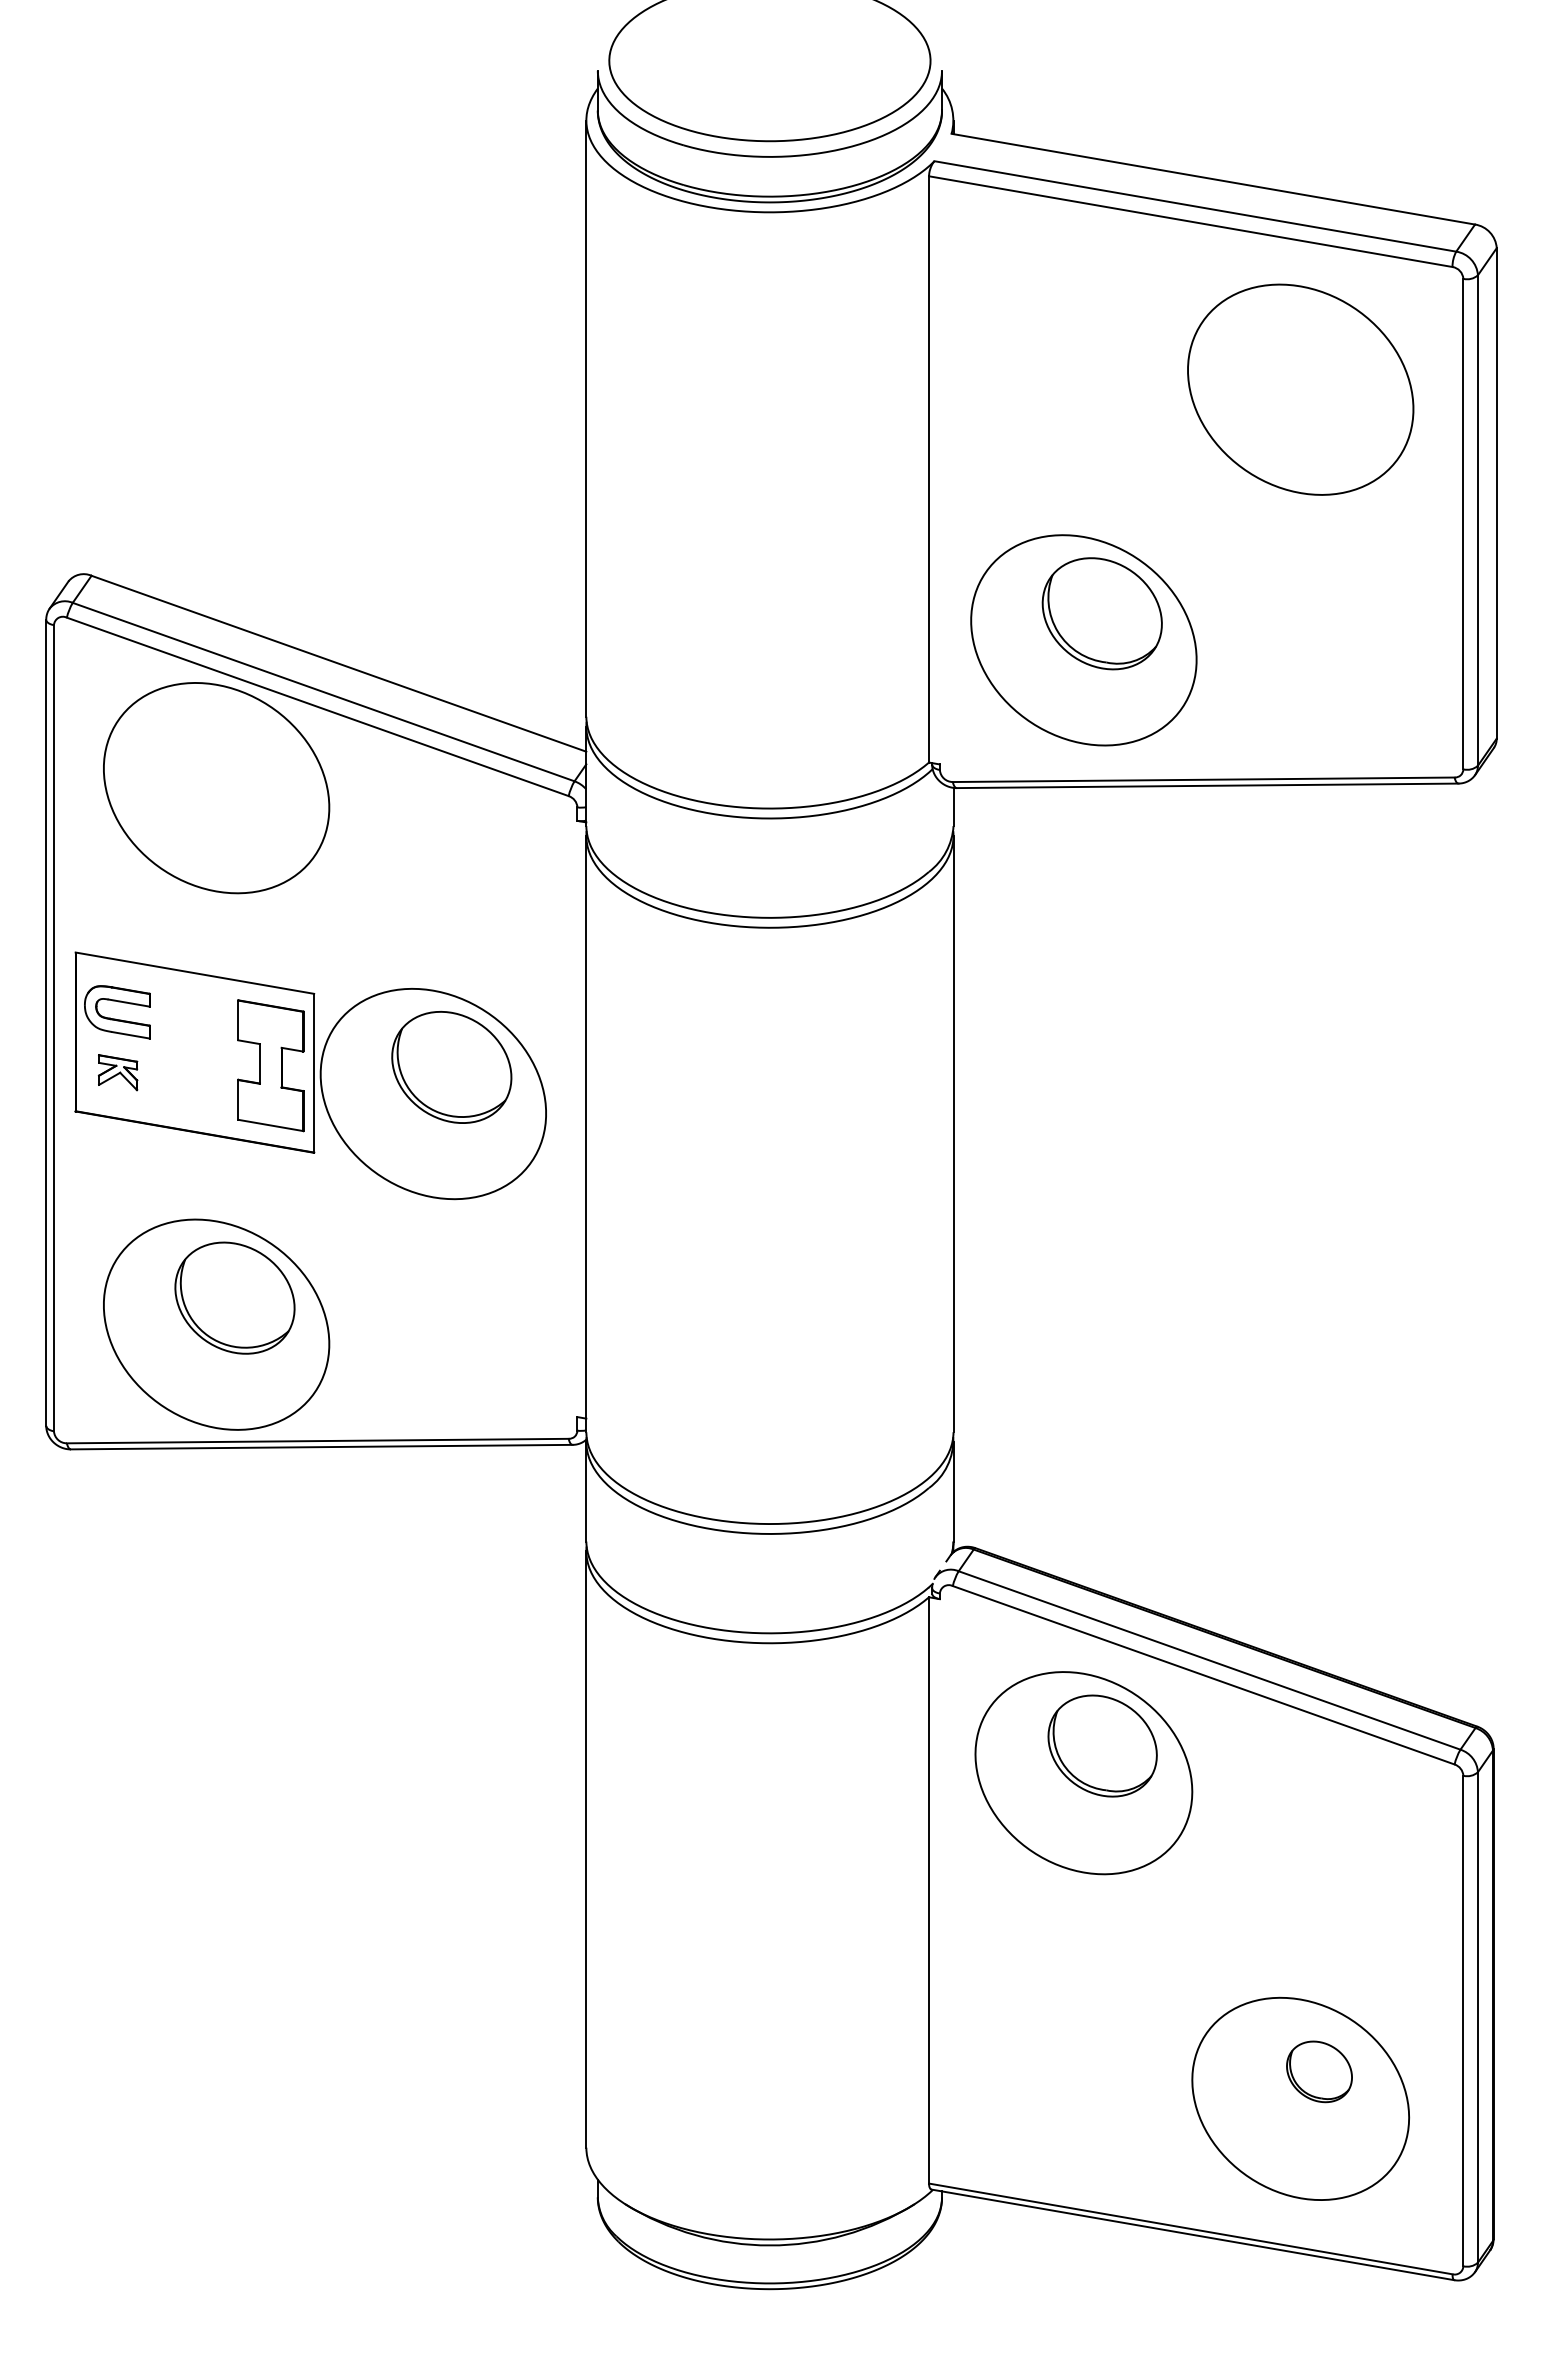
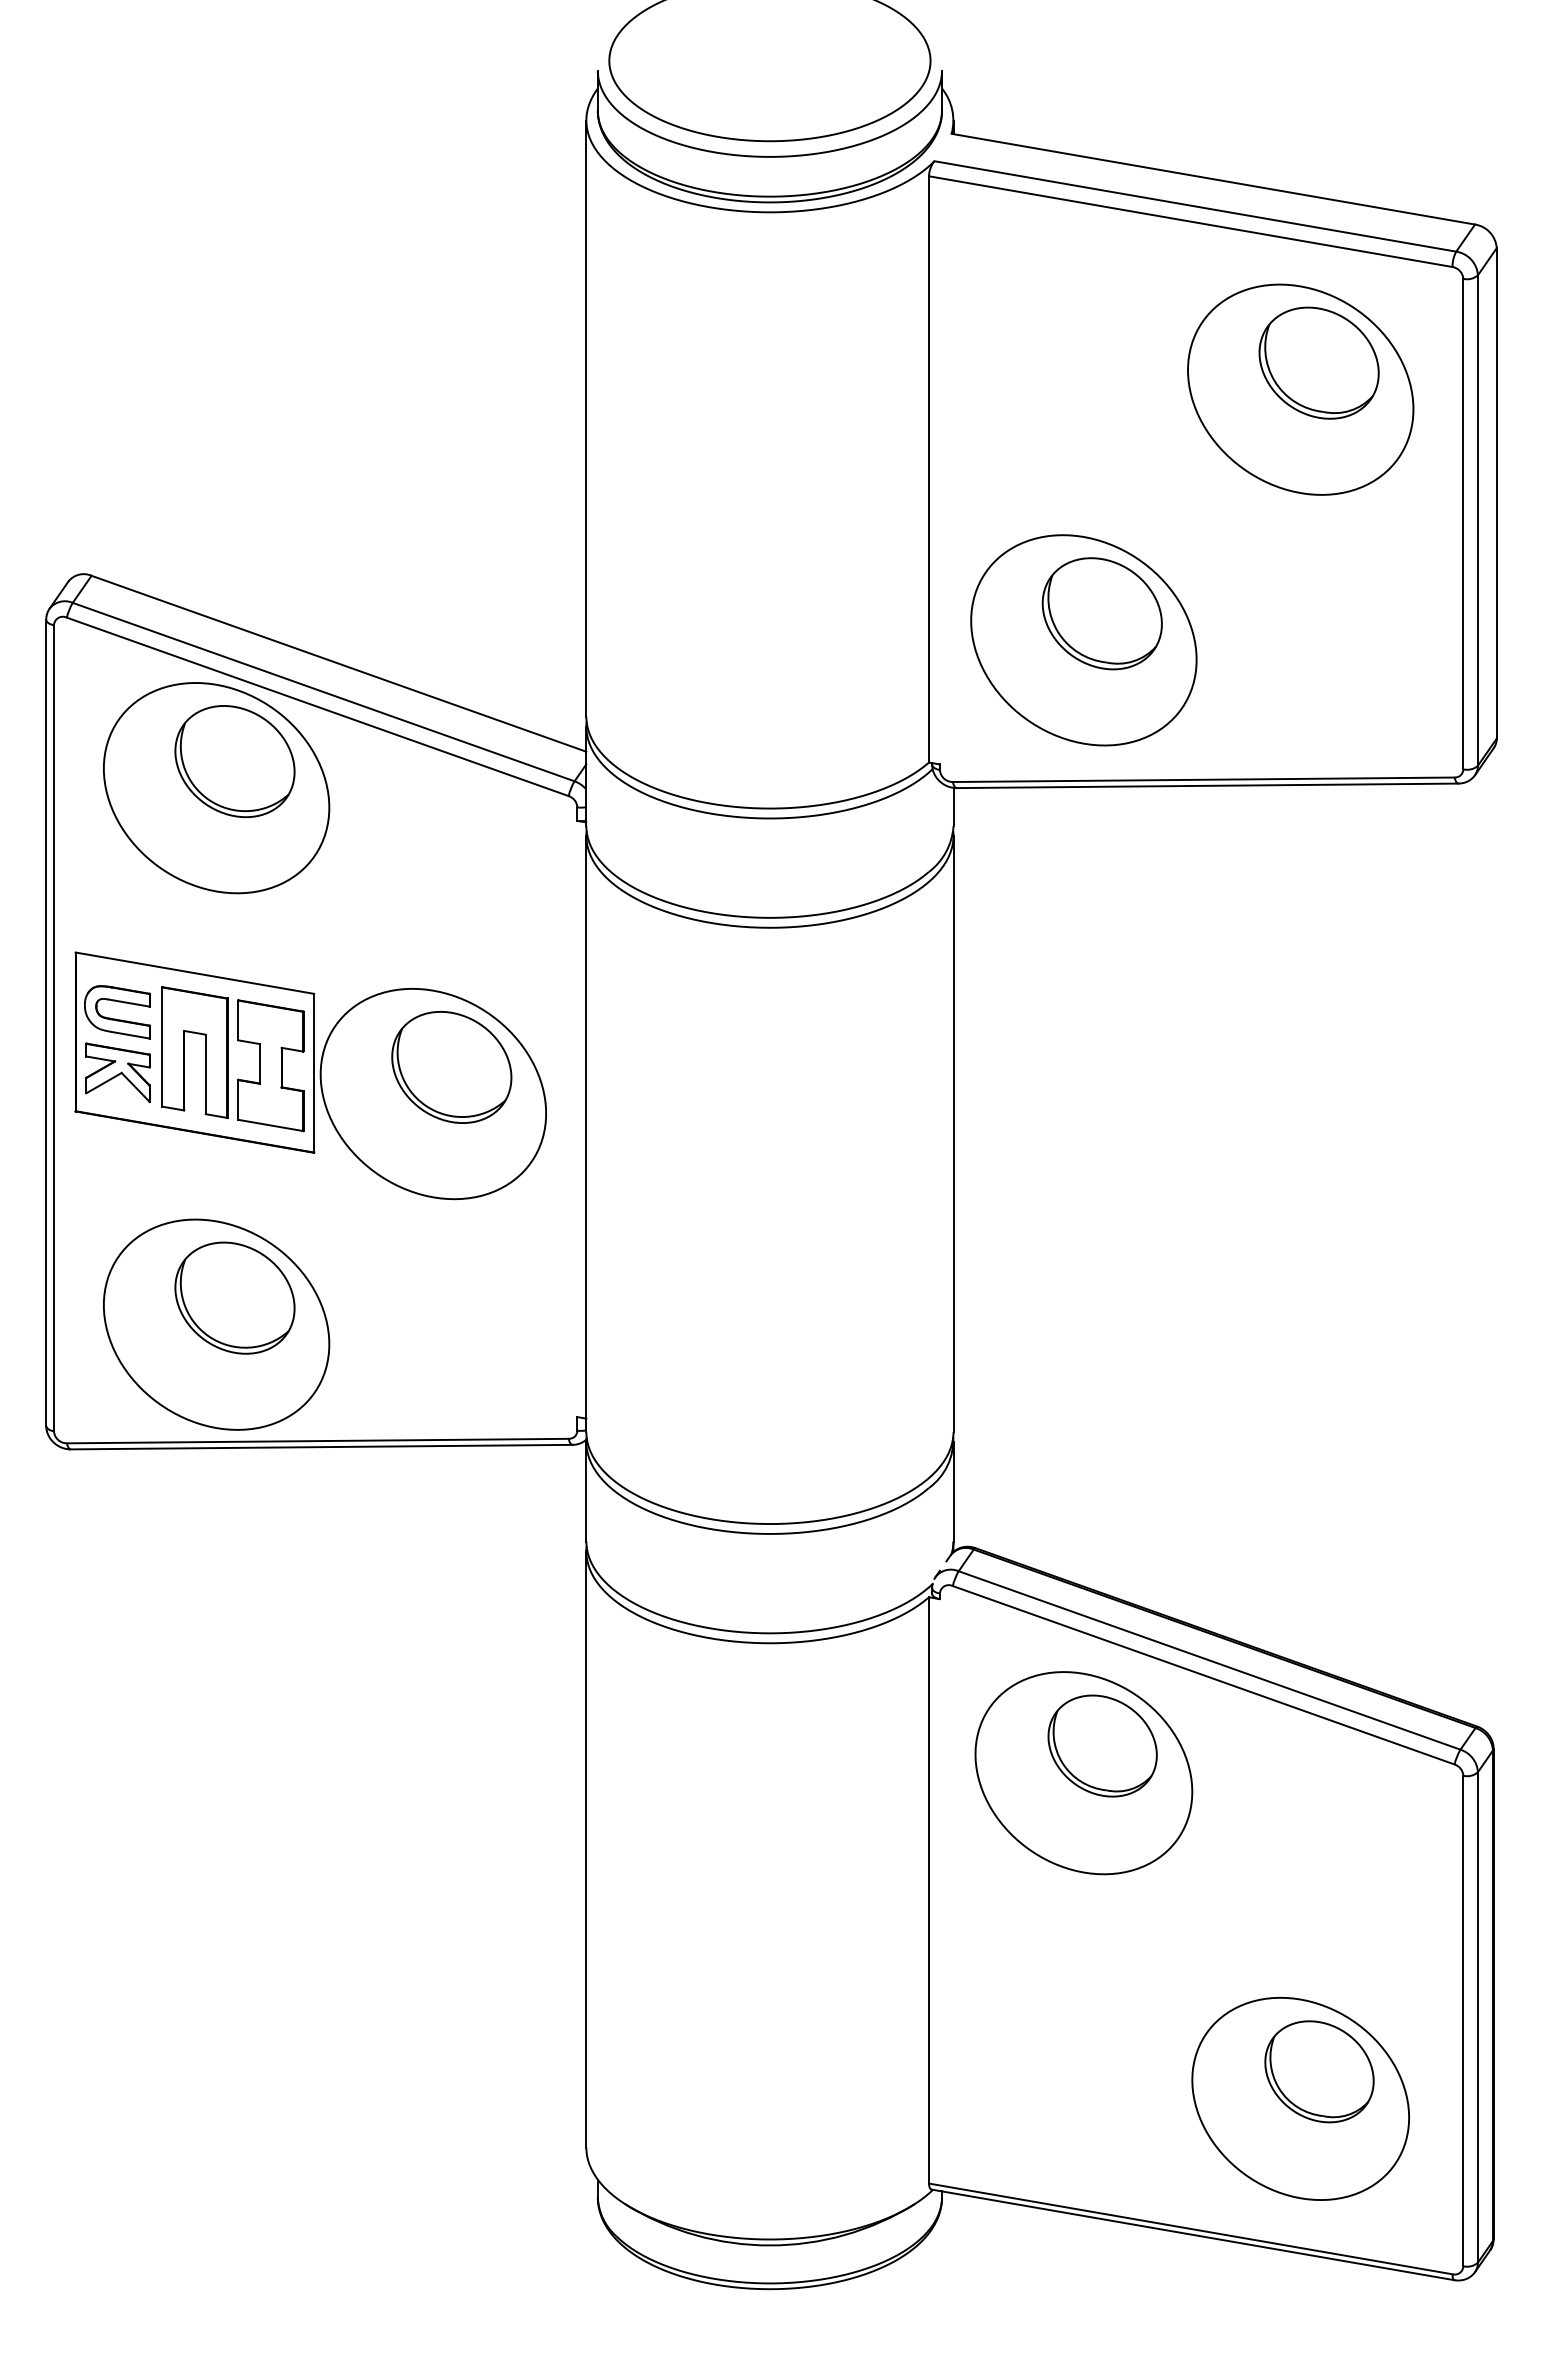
part at (1318, 362): none -> present
part at (234, 761): none -> present
part at (184, 1052): none -> present
part at (118, 1072) size: 41x38 px -> 66x61 px
part at (1319, 2071) size: 67x64 px -> 111x104 px
